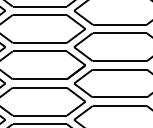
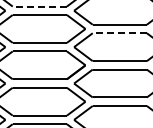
line at (39, 6): solid -> dashed
line at (119, 33): solid -> dashed
